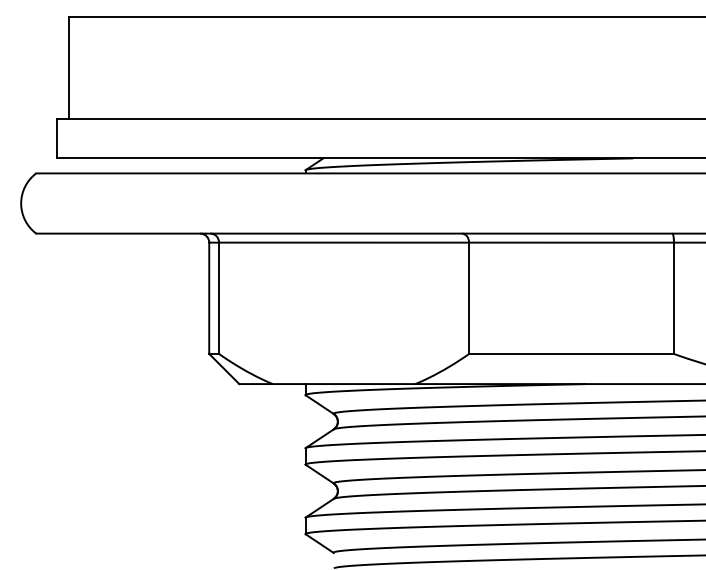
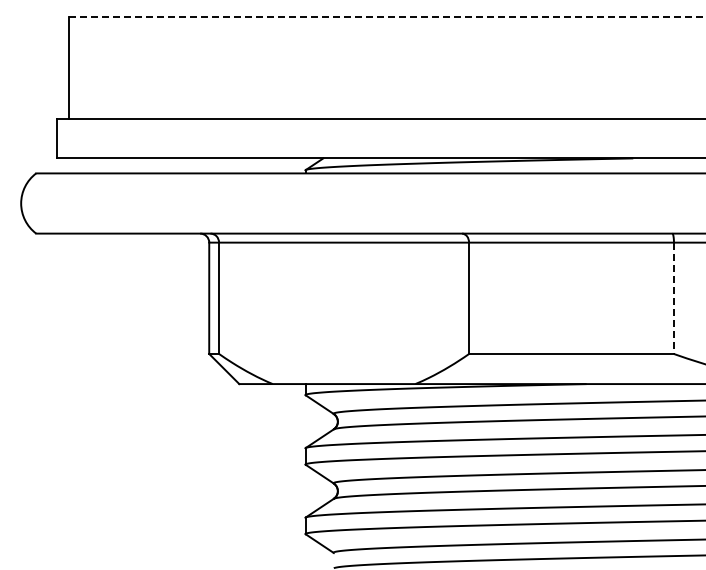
line at (387, 16): solid -> dashed
line at (673, 298): solid -> dashed
